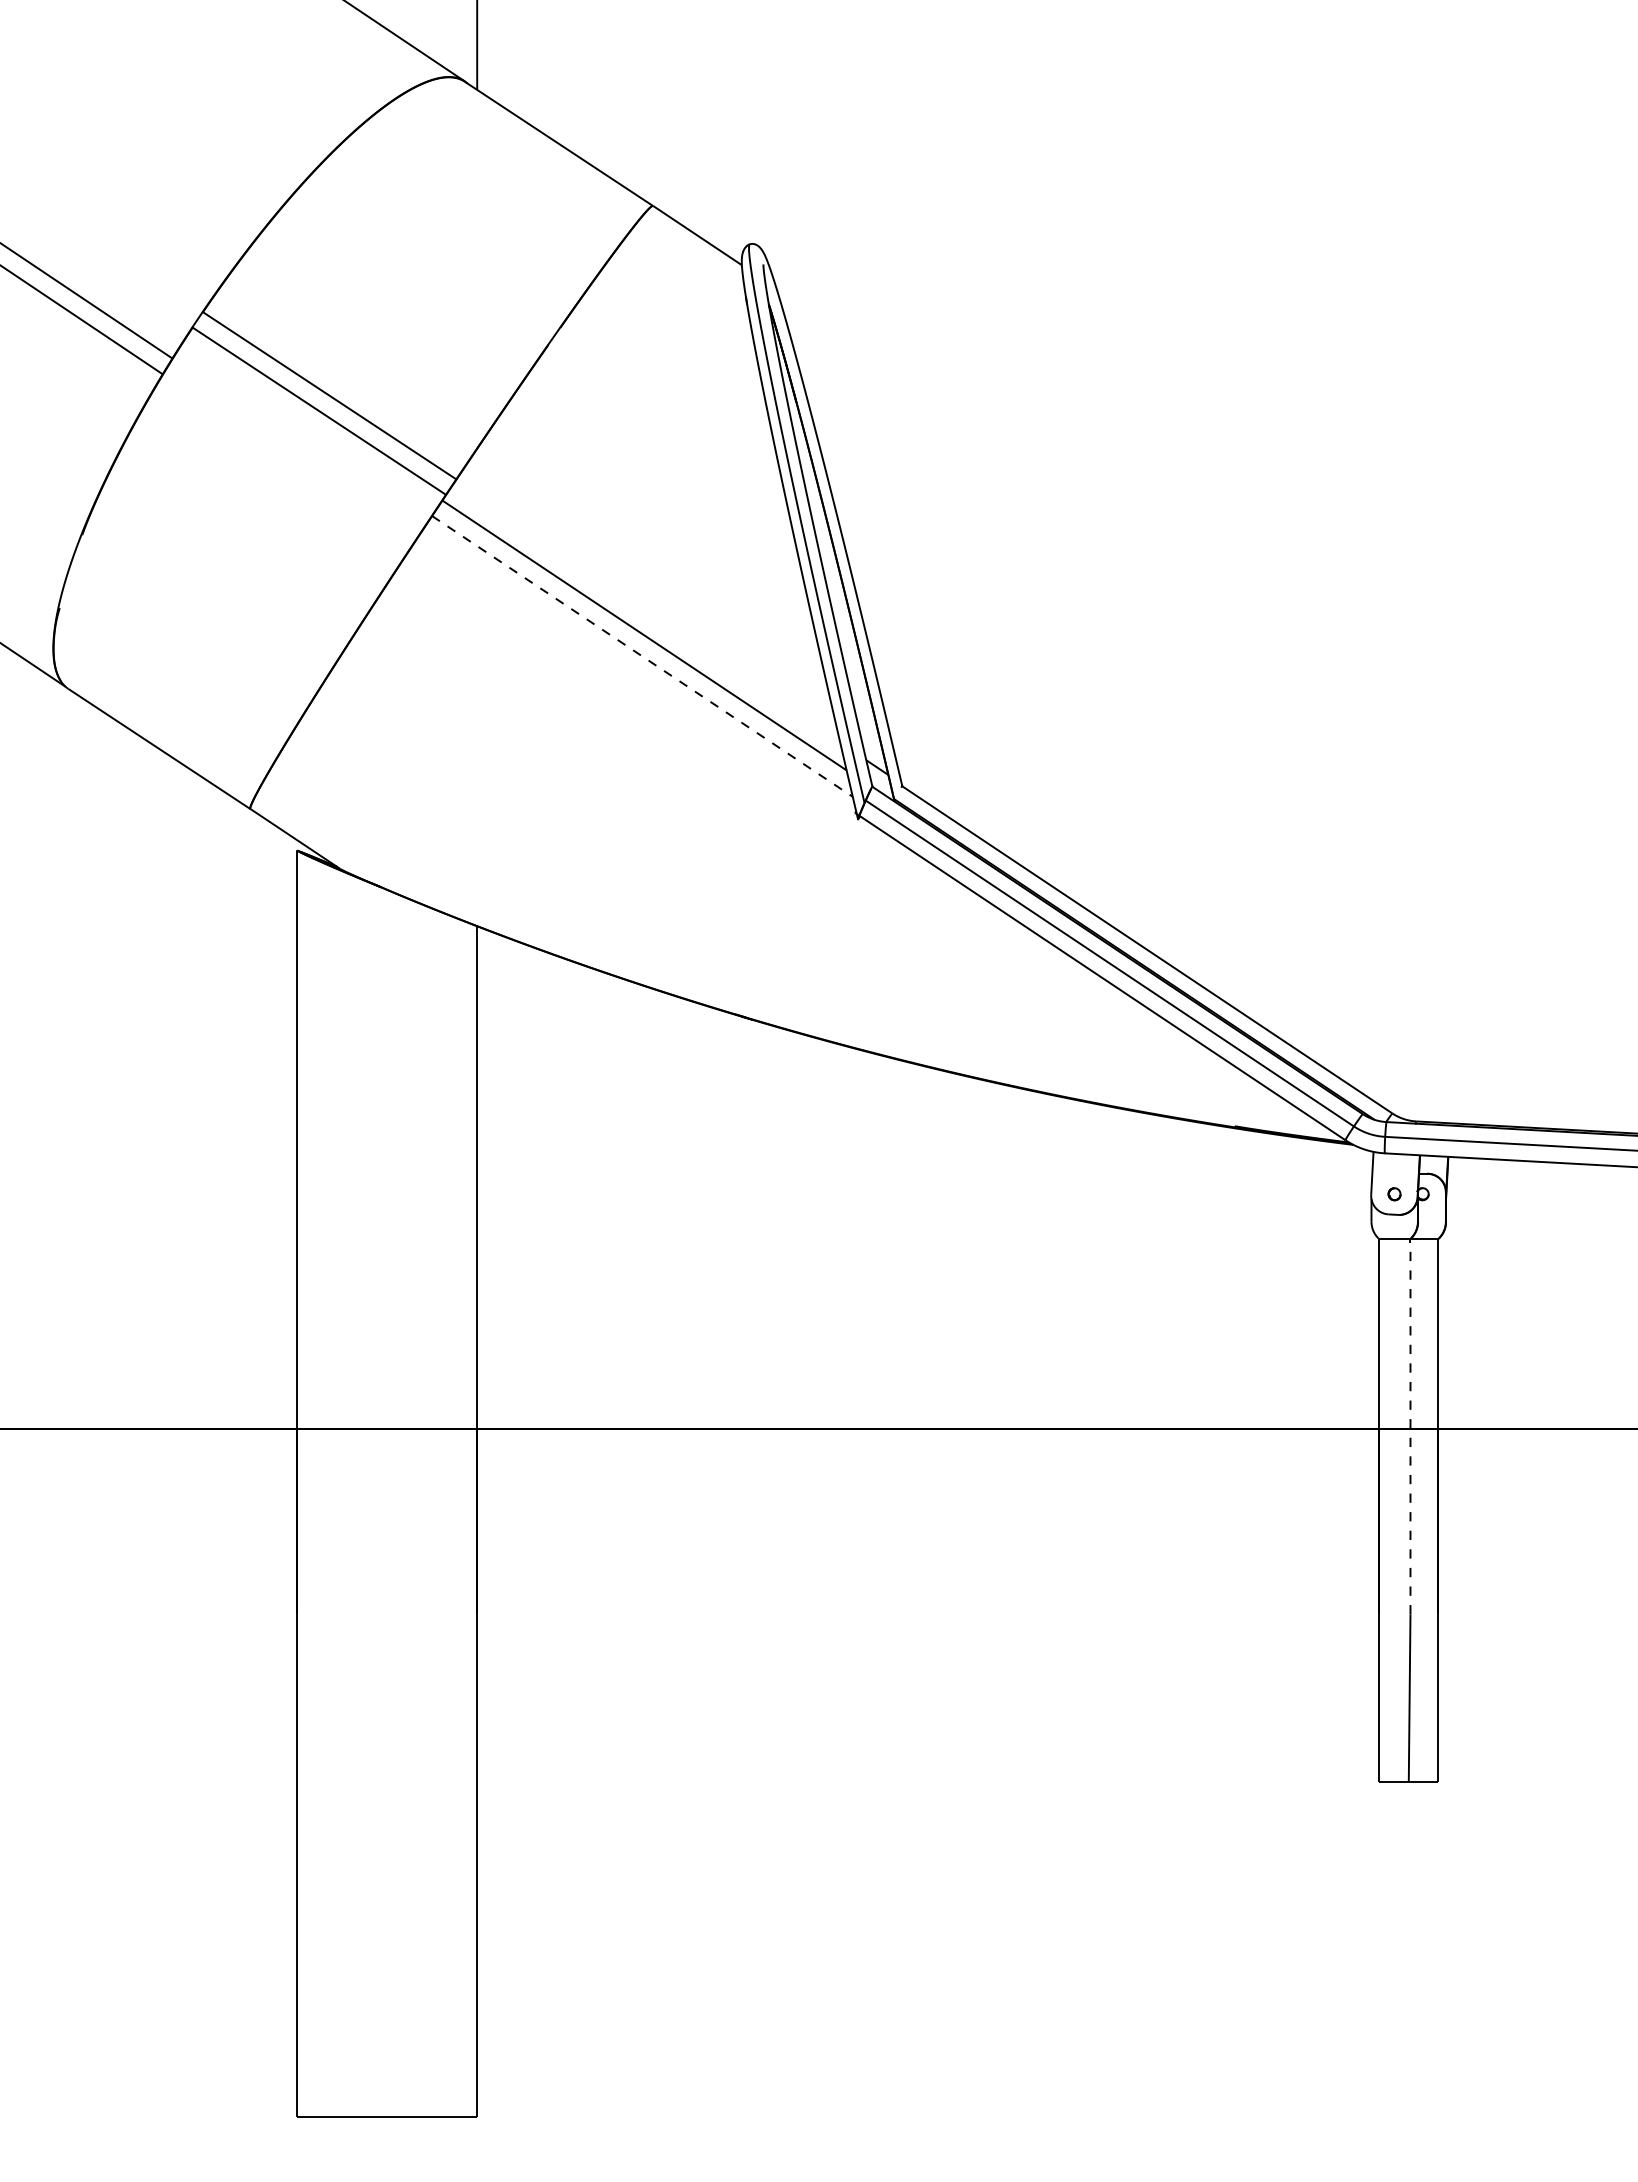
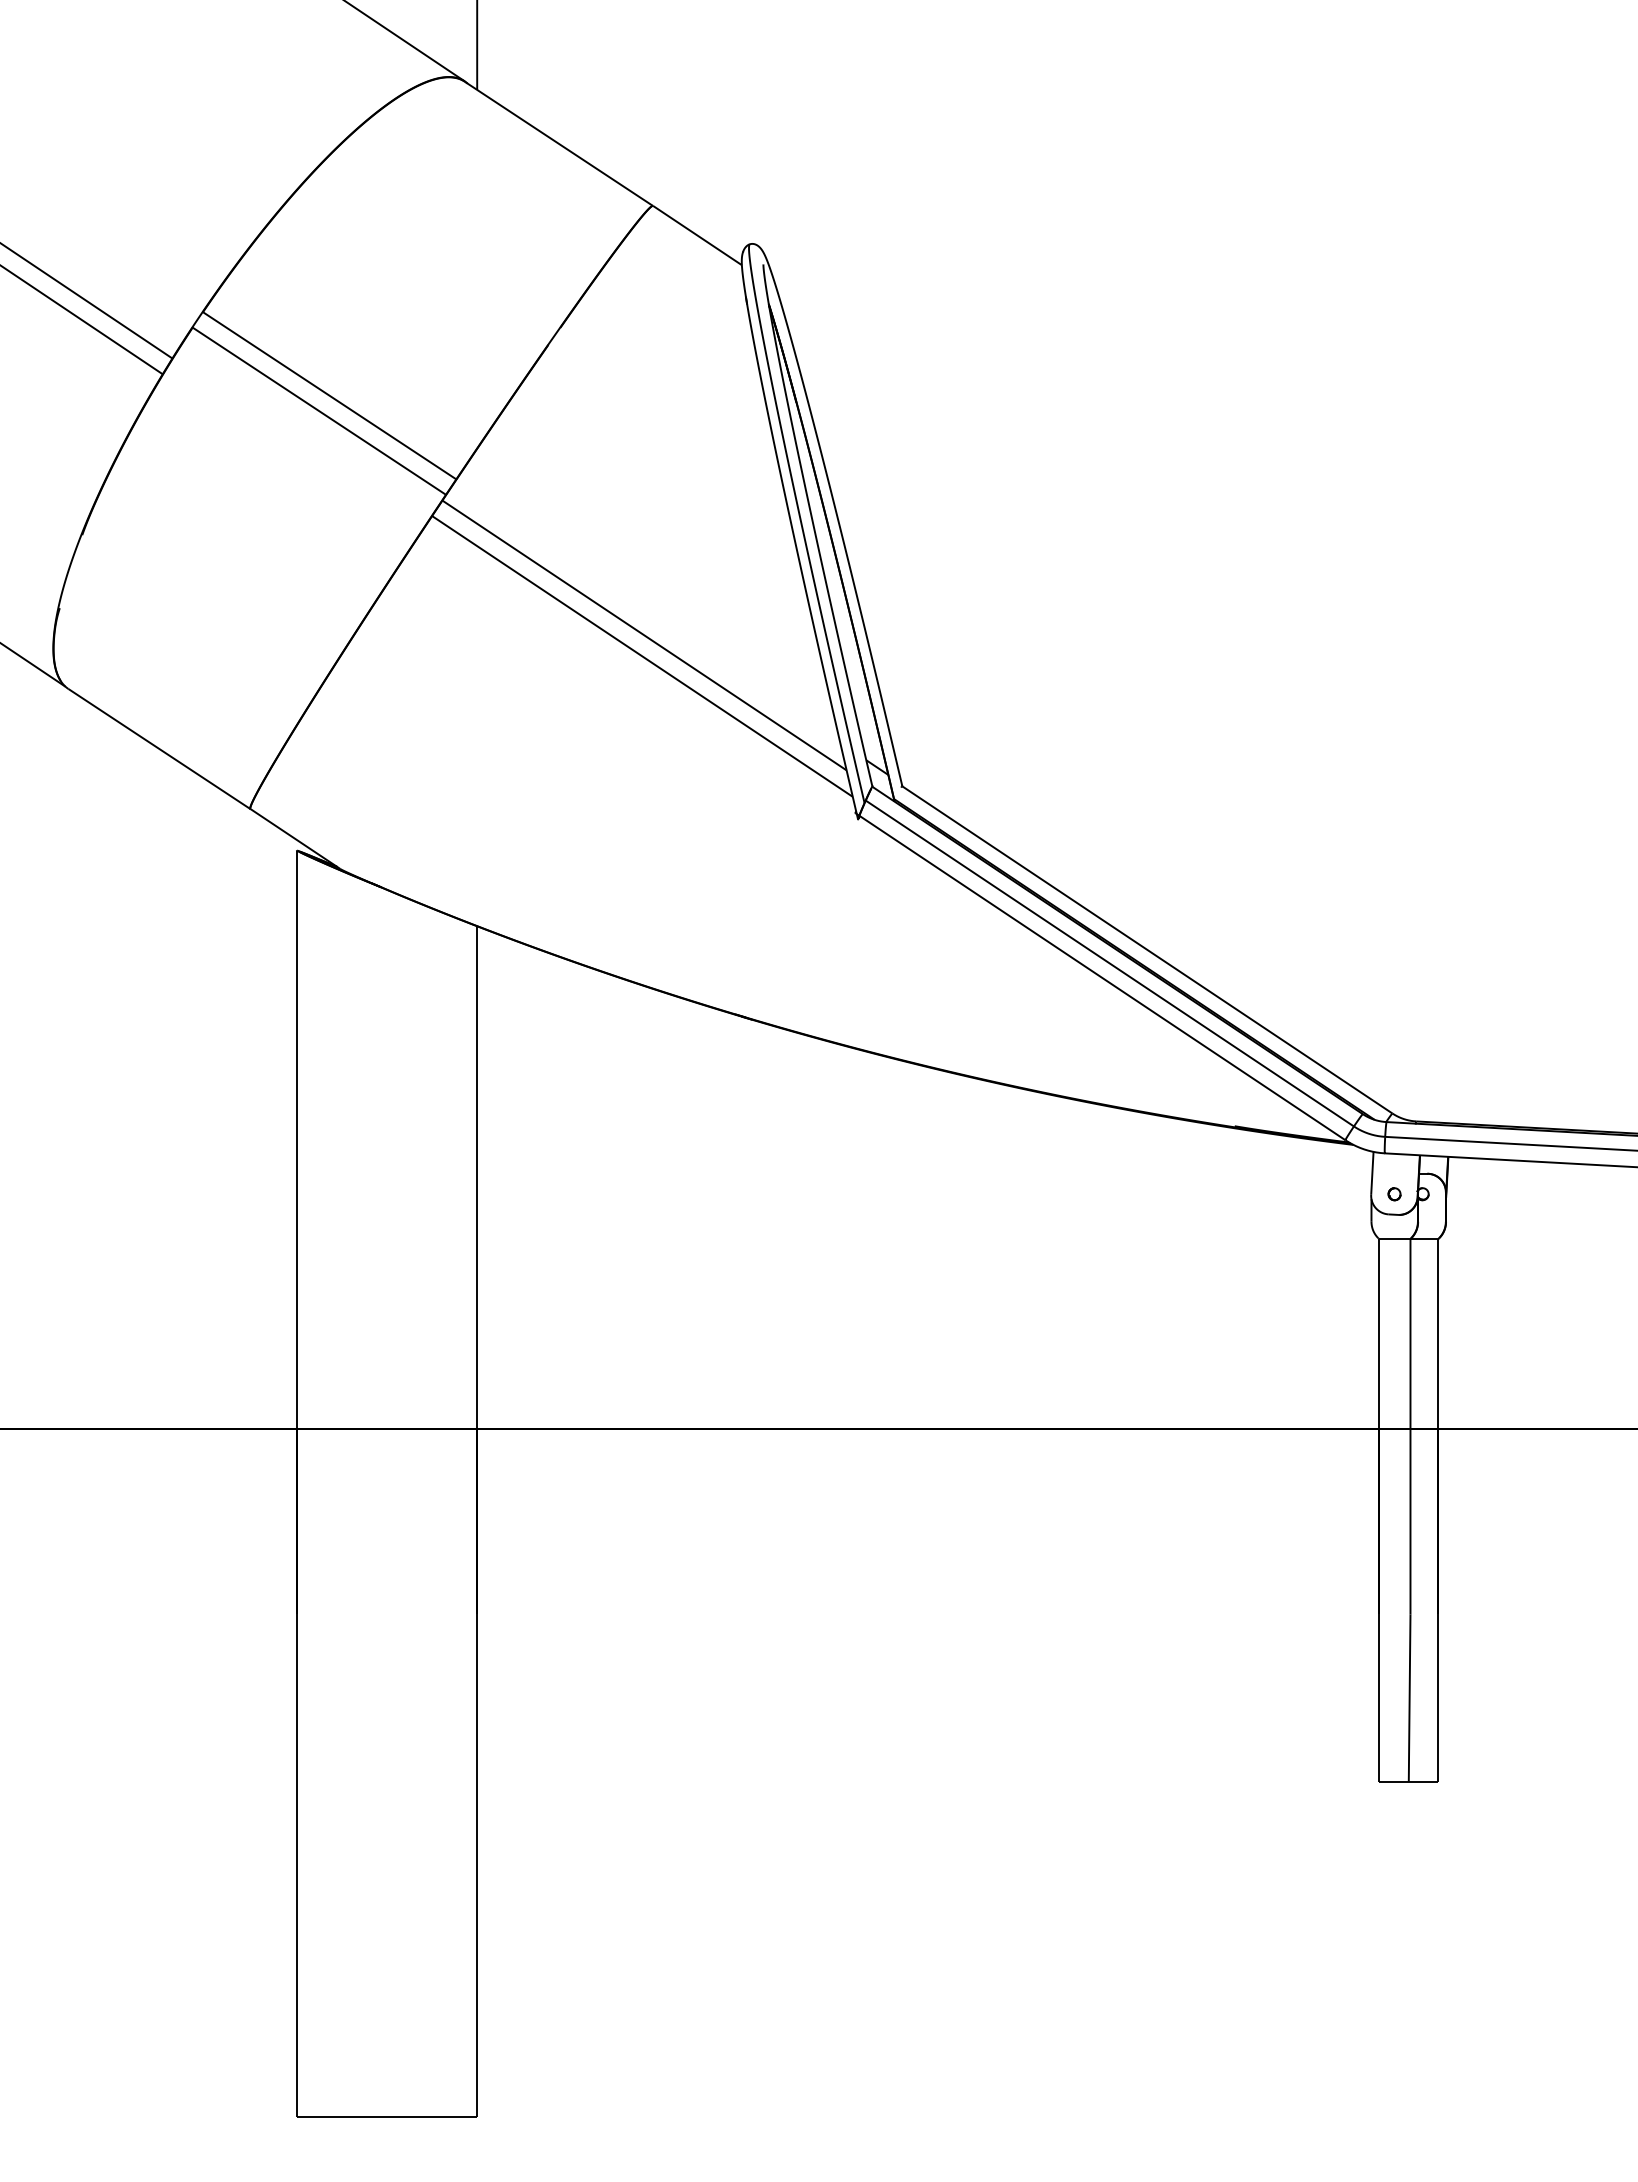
line at (642, 656): dashed -> solid
line at (1410, 1426): dashed -> solid
